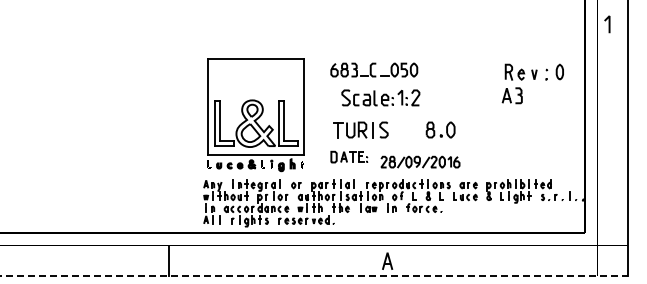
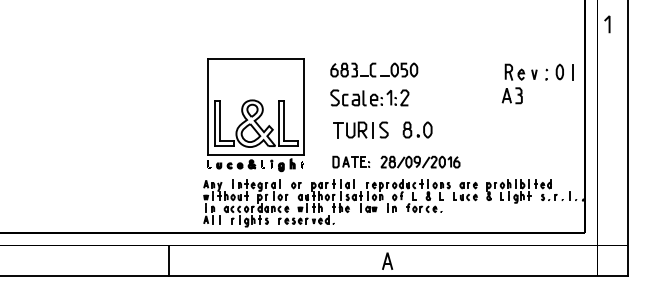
line at (572, 72): none -> present
part at (380, 97) position: (380, 97) -> (369, 97)
part at (440, 129) position: (440, 129) -> (417, 129)
part at (349, 156) position: (349, 156) -> (351, 161)
line at (314, 275): dashed -> solid
